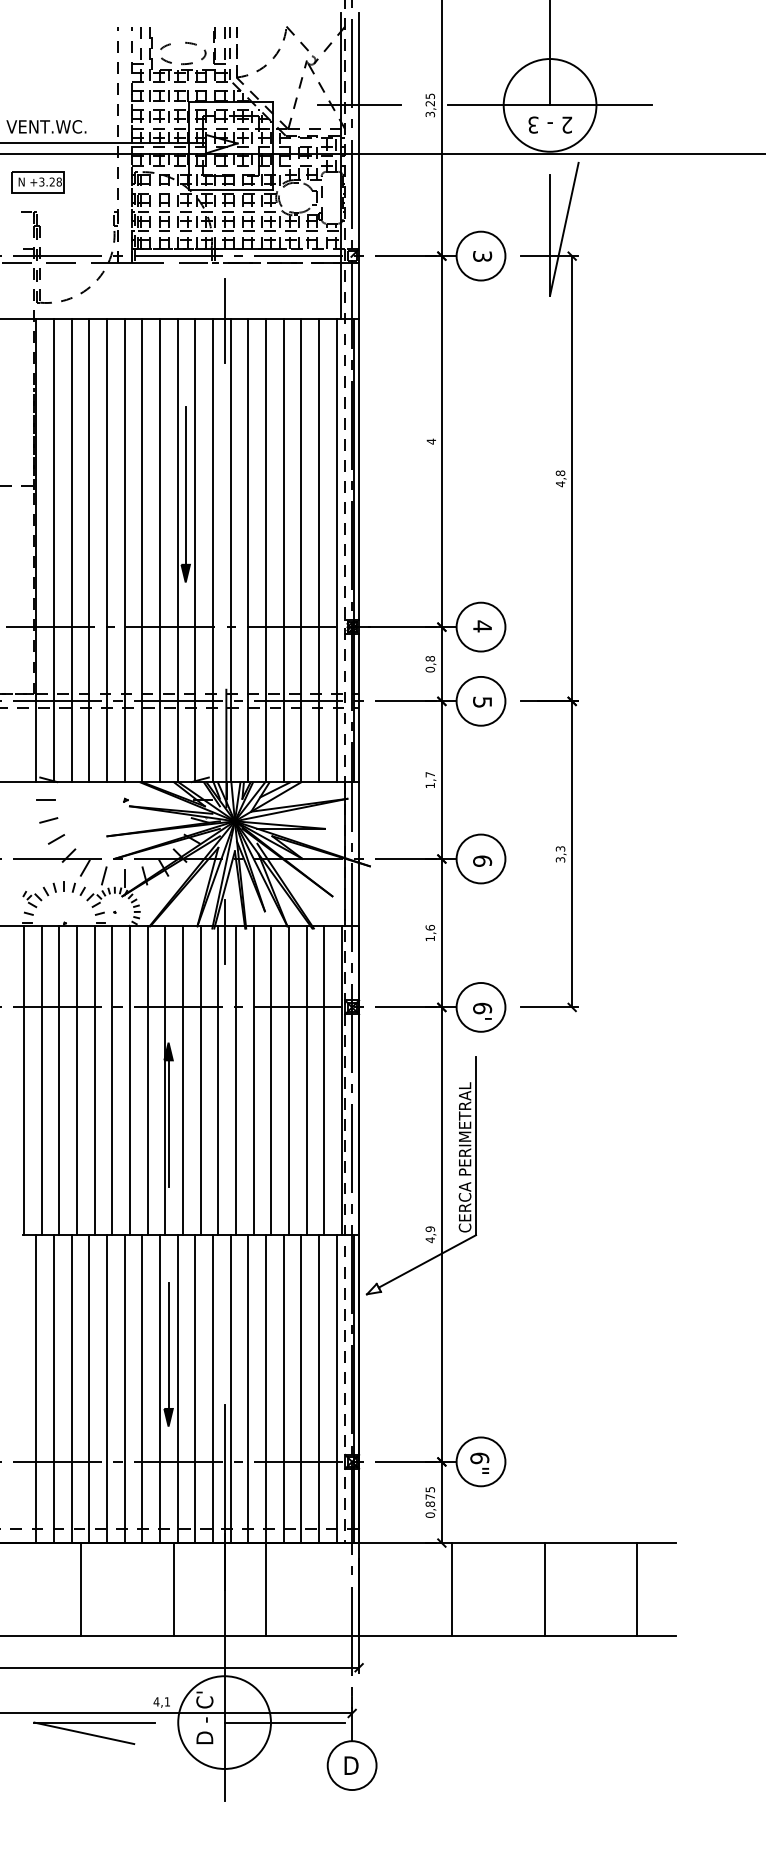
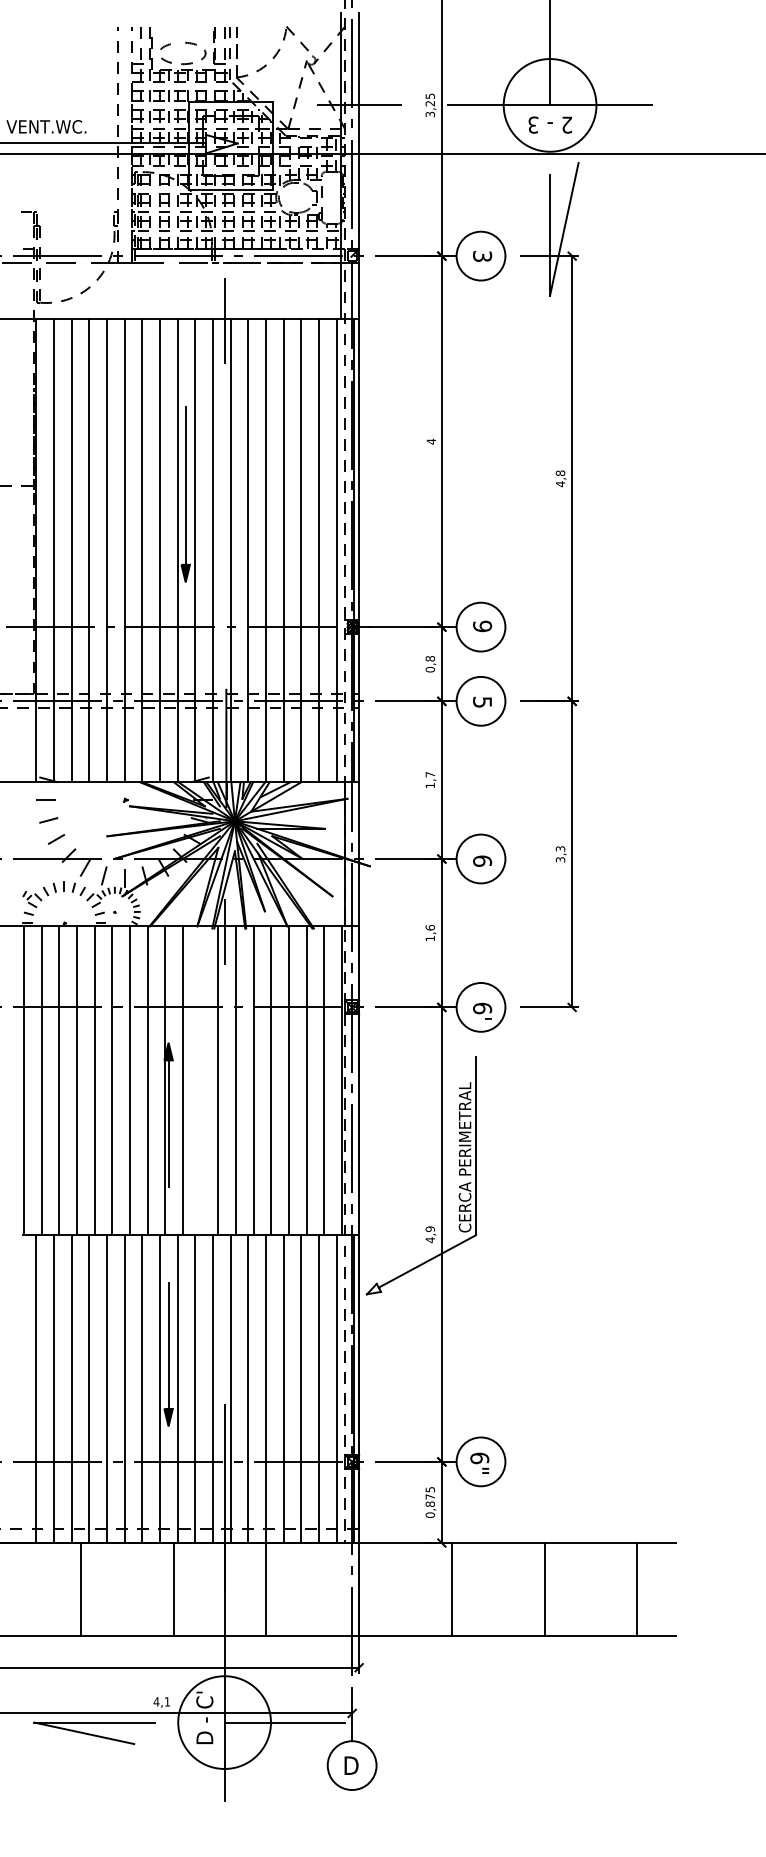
part at (37, 182): present -> none
text at (482, 626): 4 -> 9
line at (200, 1080): present -> none
